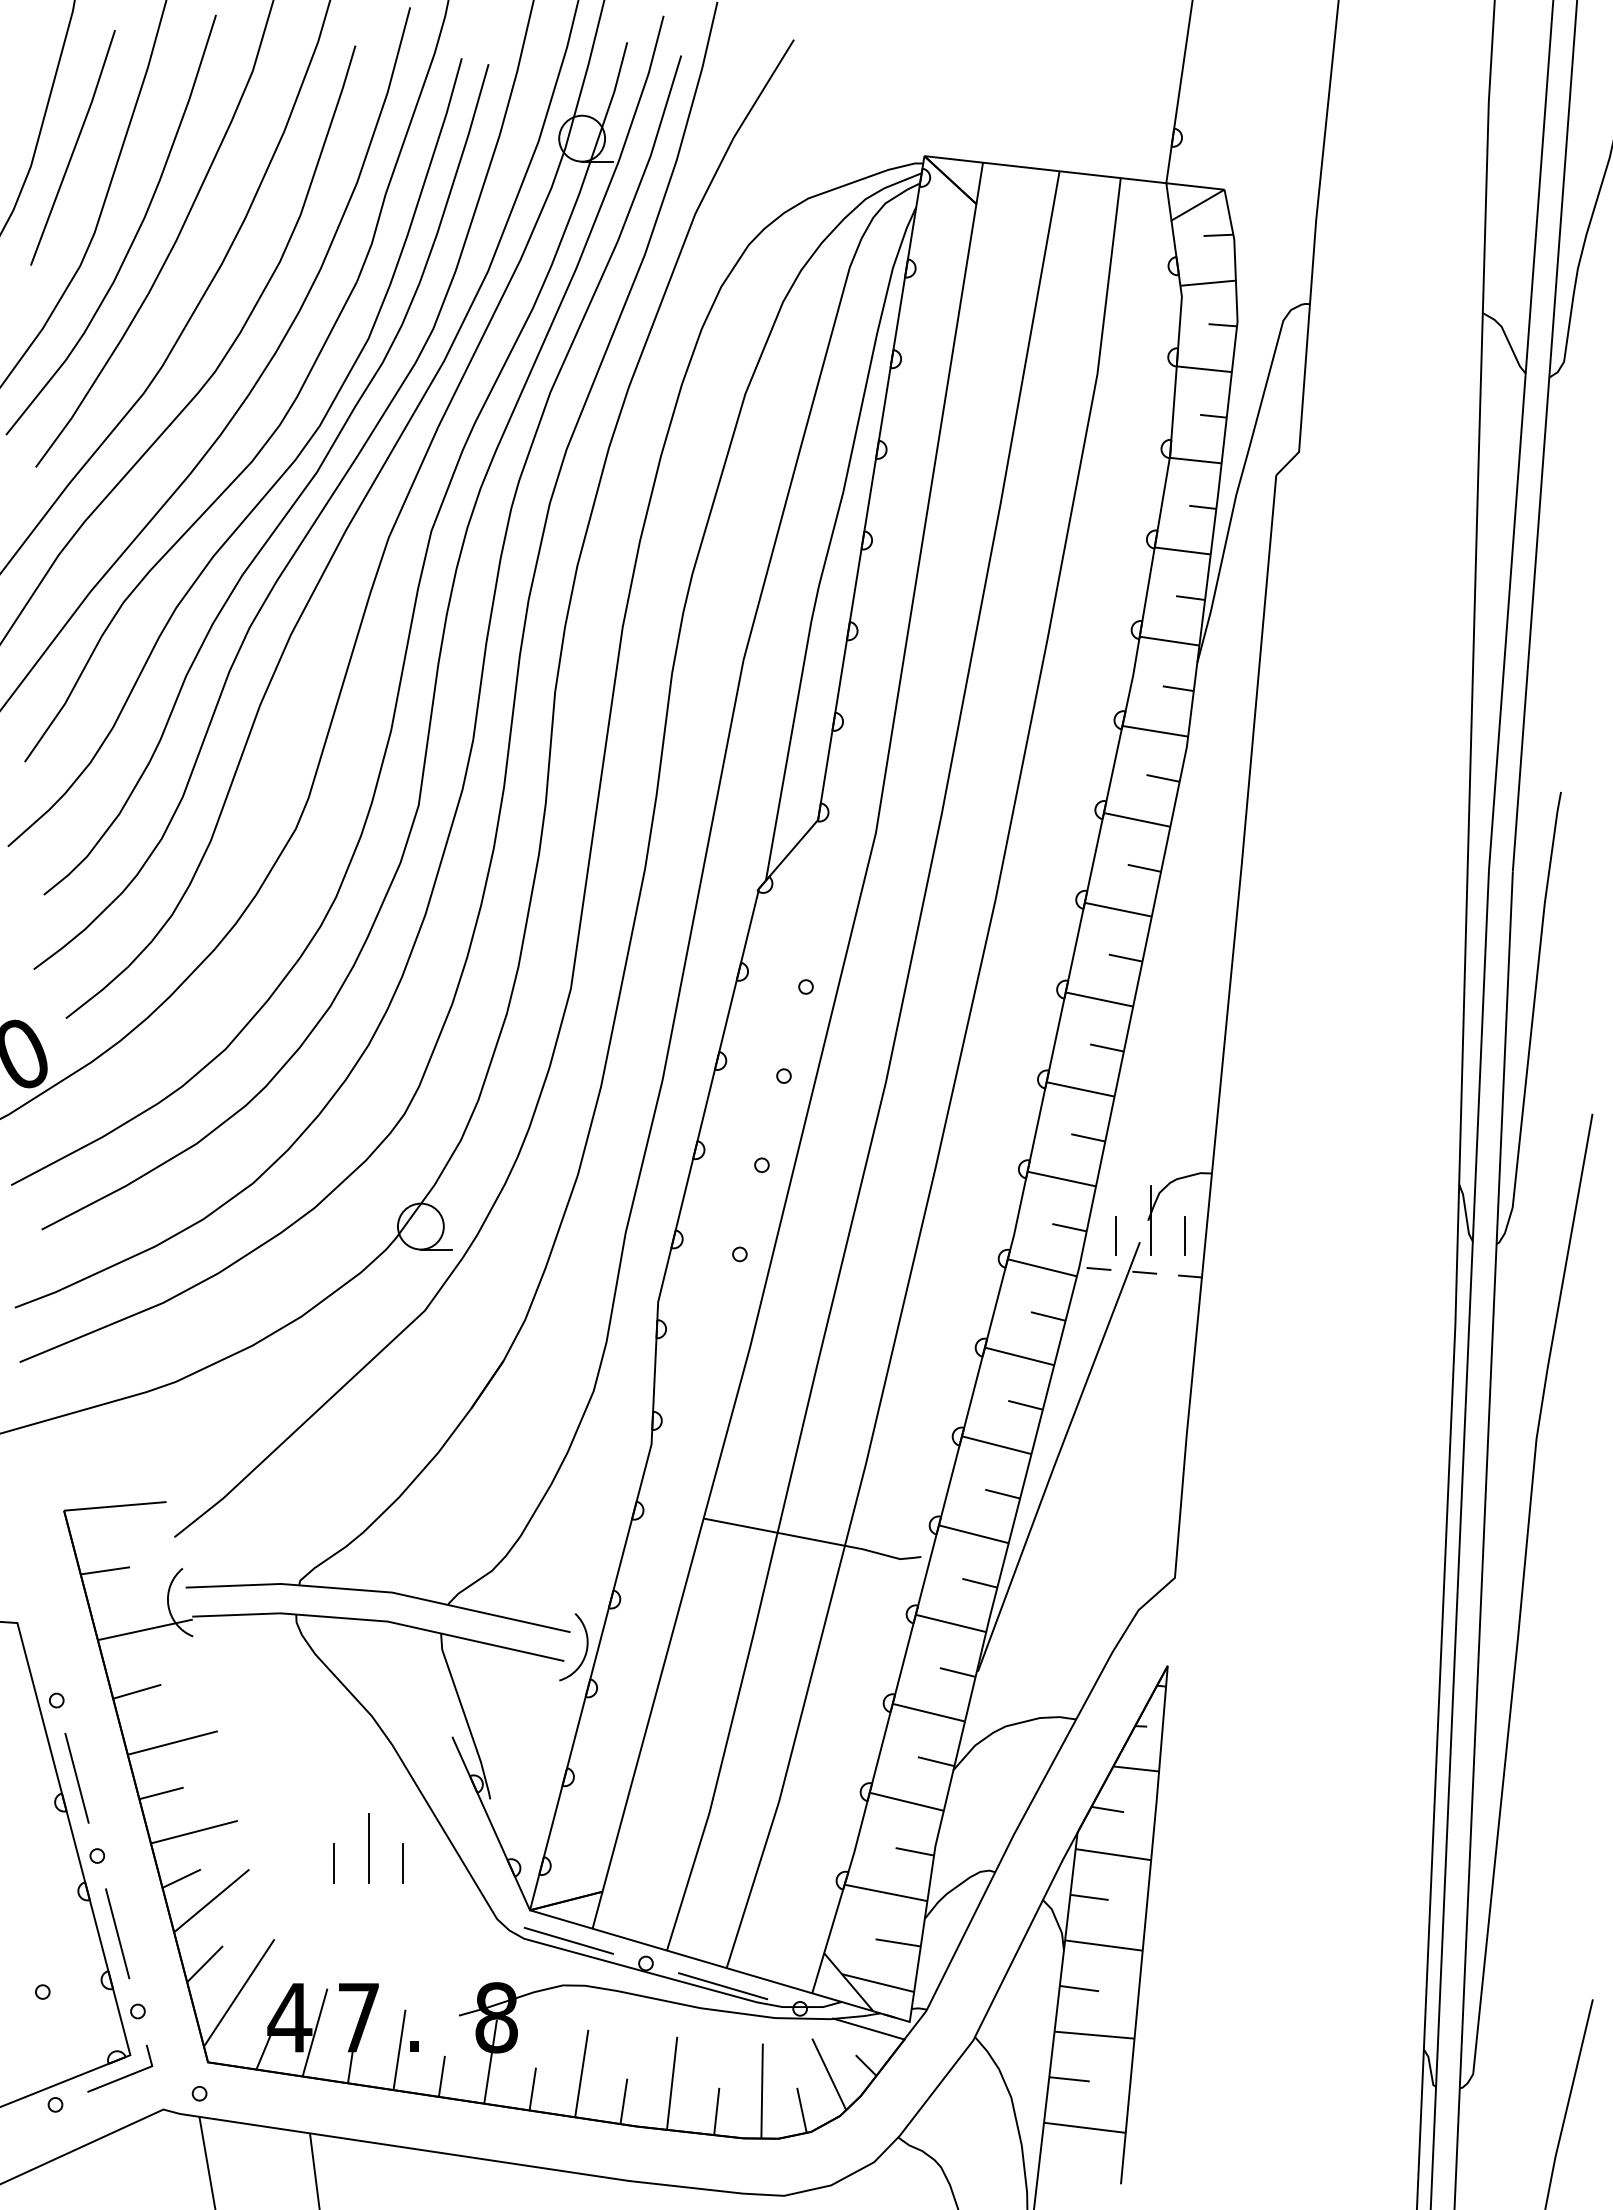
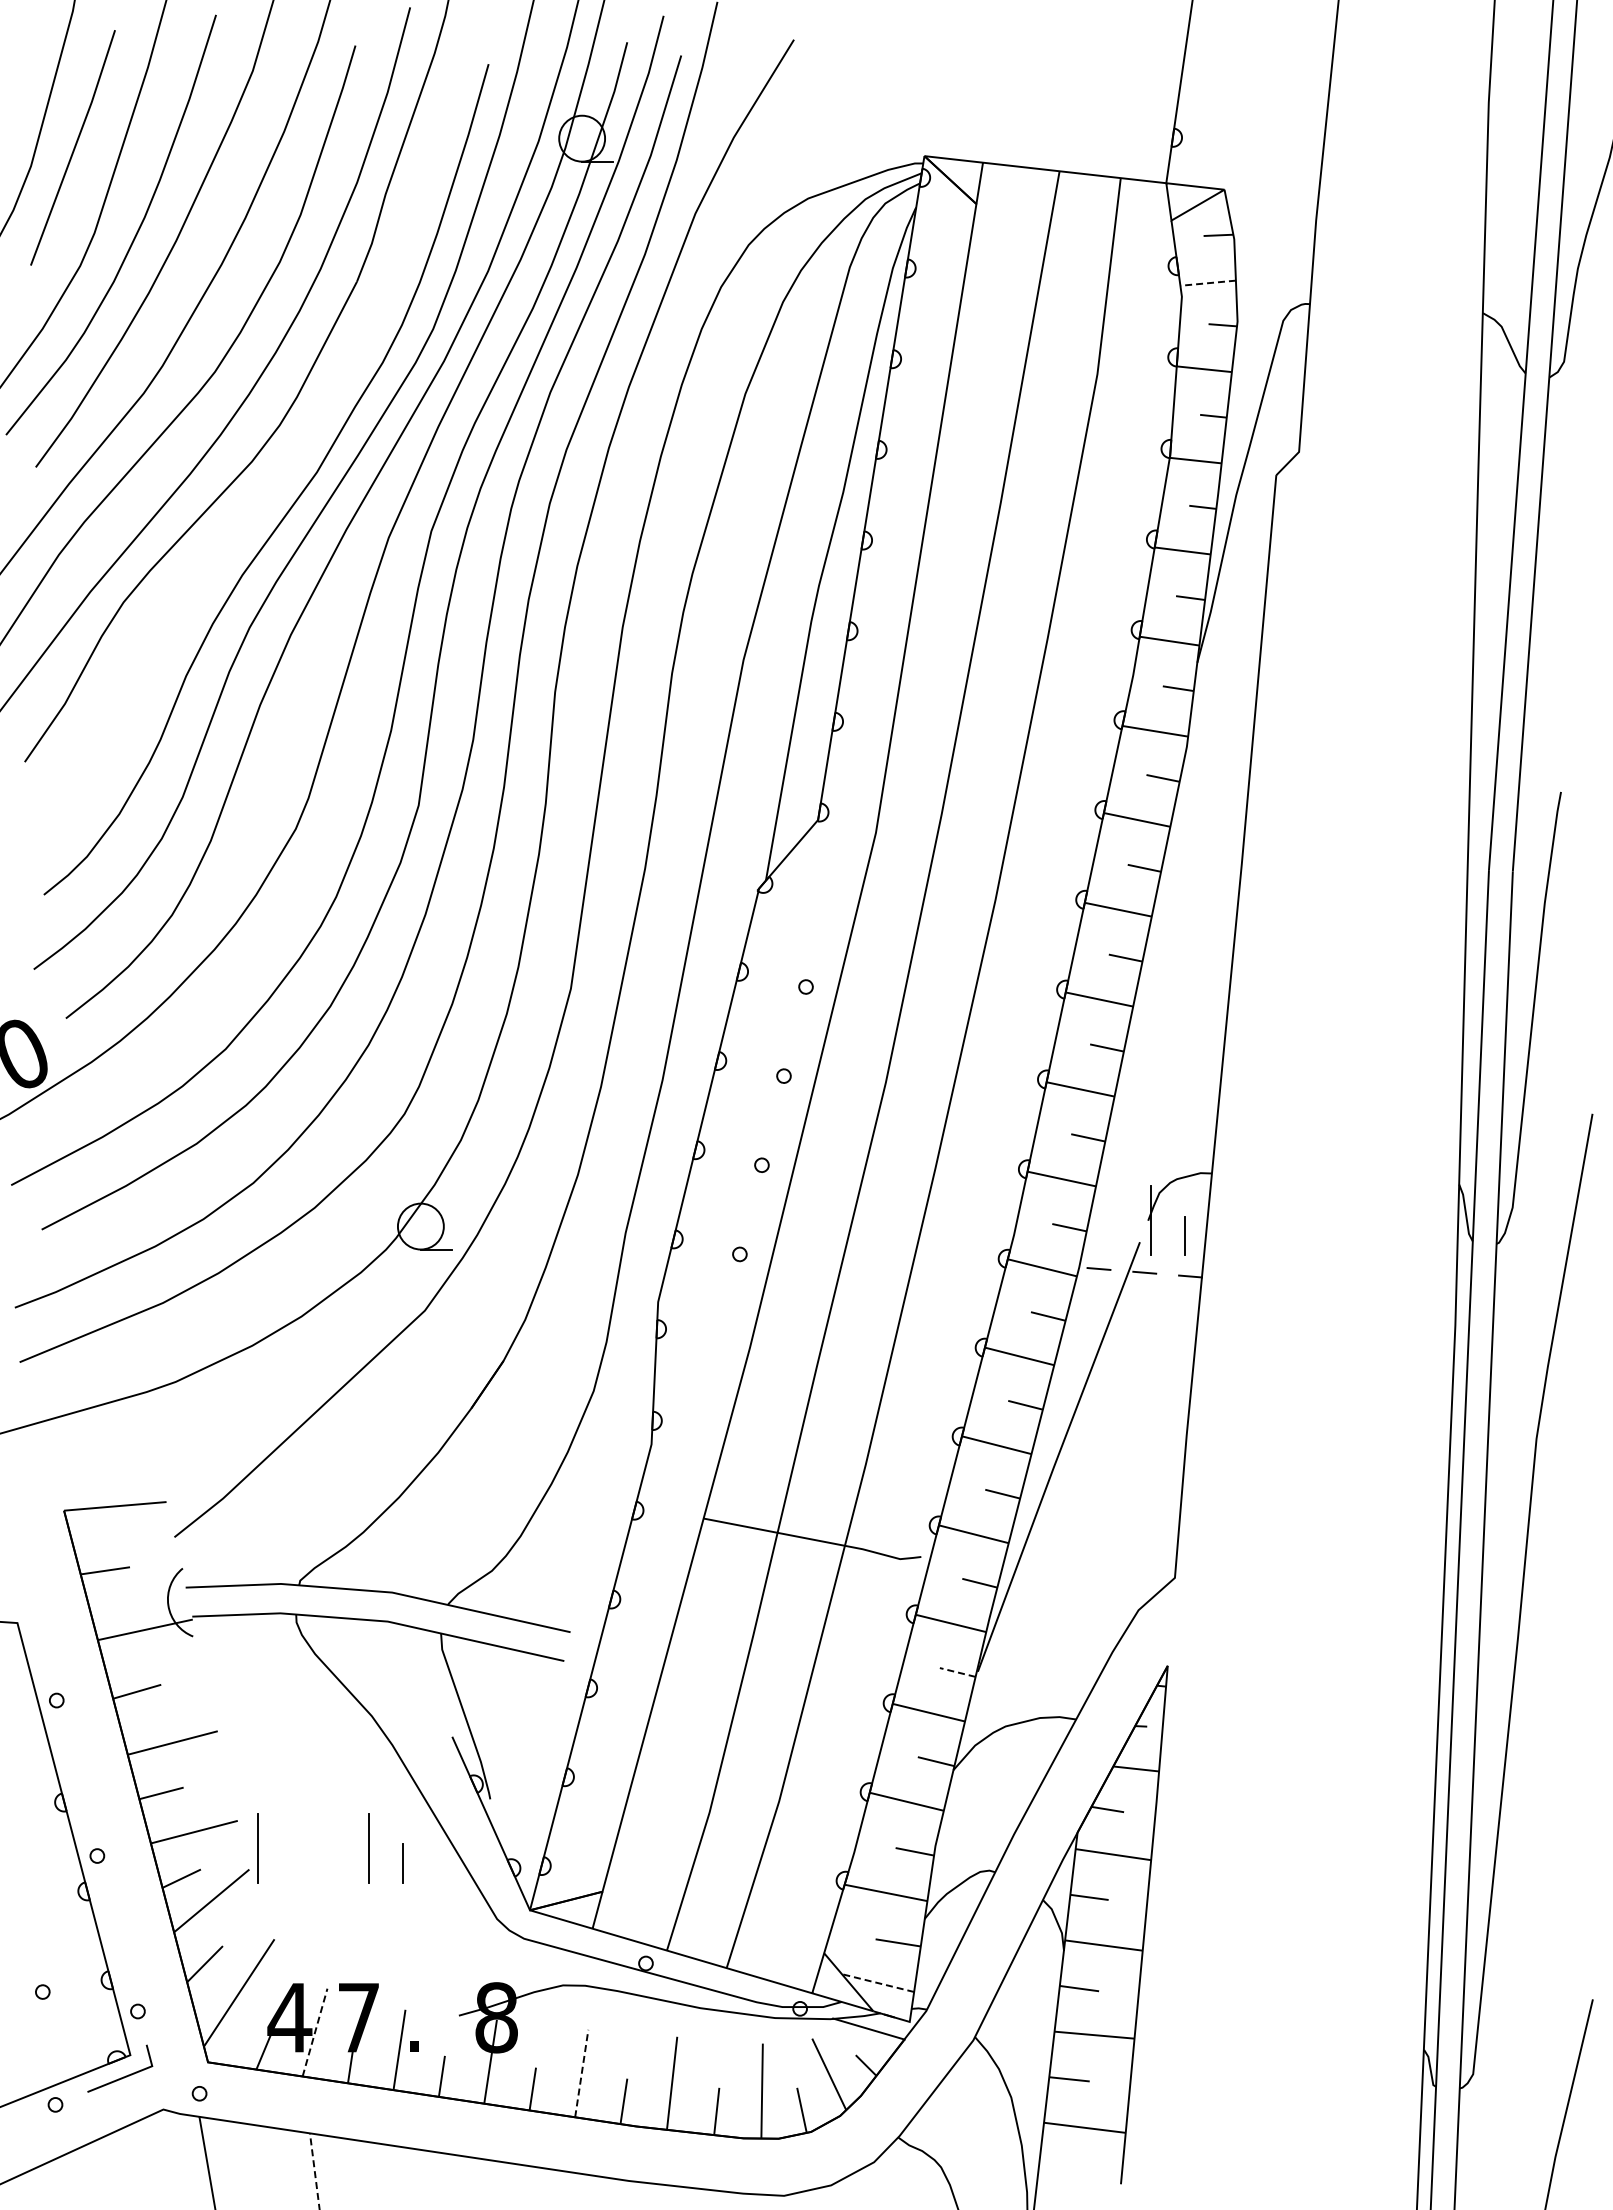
line at (1208, 283): solid -> dashed
curve at (270, 487): present -> none
line at (1116, 1235): present -> none
arc at (585, 1651): present -> none
line at (957, 1672): solid -> dashed
line at (76, 1777): present -> none
line at (257, 1848): none -> present
line at (334, 1863): present -> none
line at (117, 1933): present -> none
line at (568, 1940): present -> none
line at (877, 1982): solid -> dashed
line at (723, 1986): present -> none
line at (315, 2032): solid -> dashed
line at (581, 2073): solid -> dashed
line at (314, 2171): solid -> dashed
